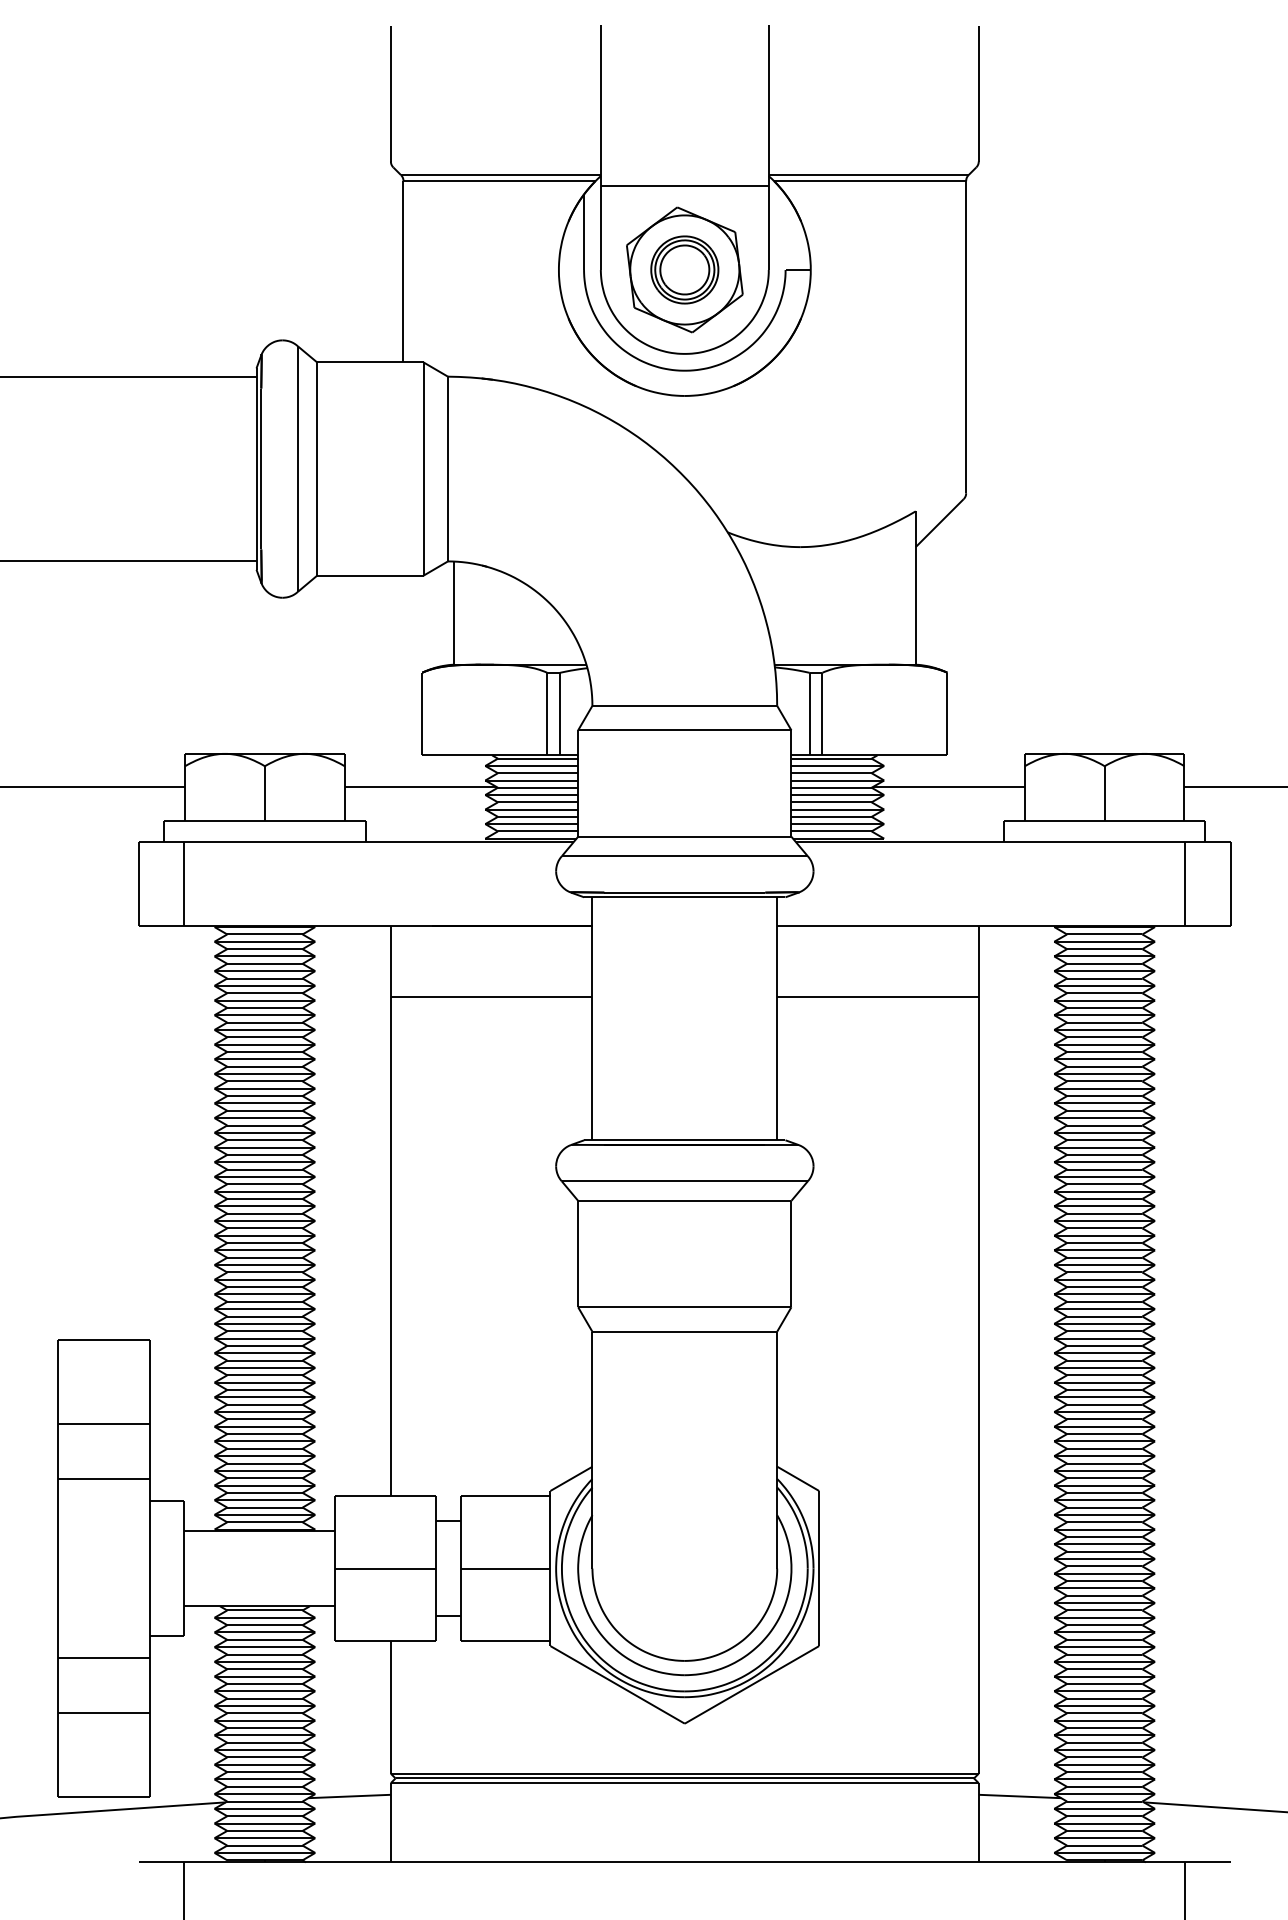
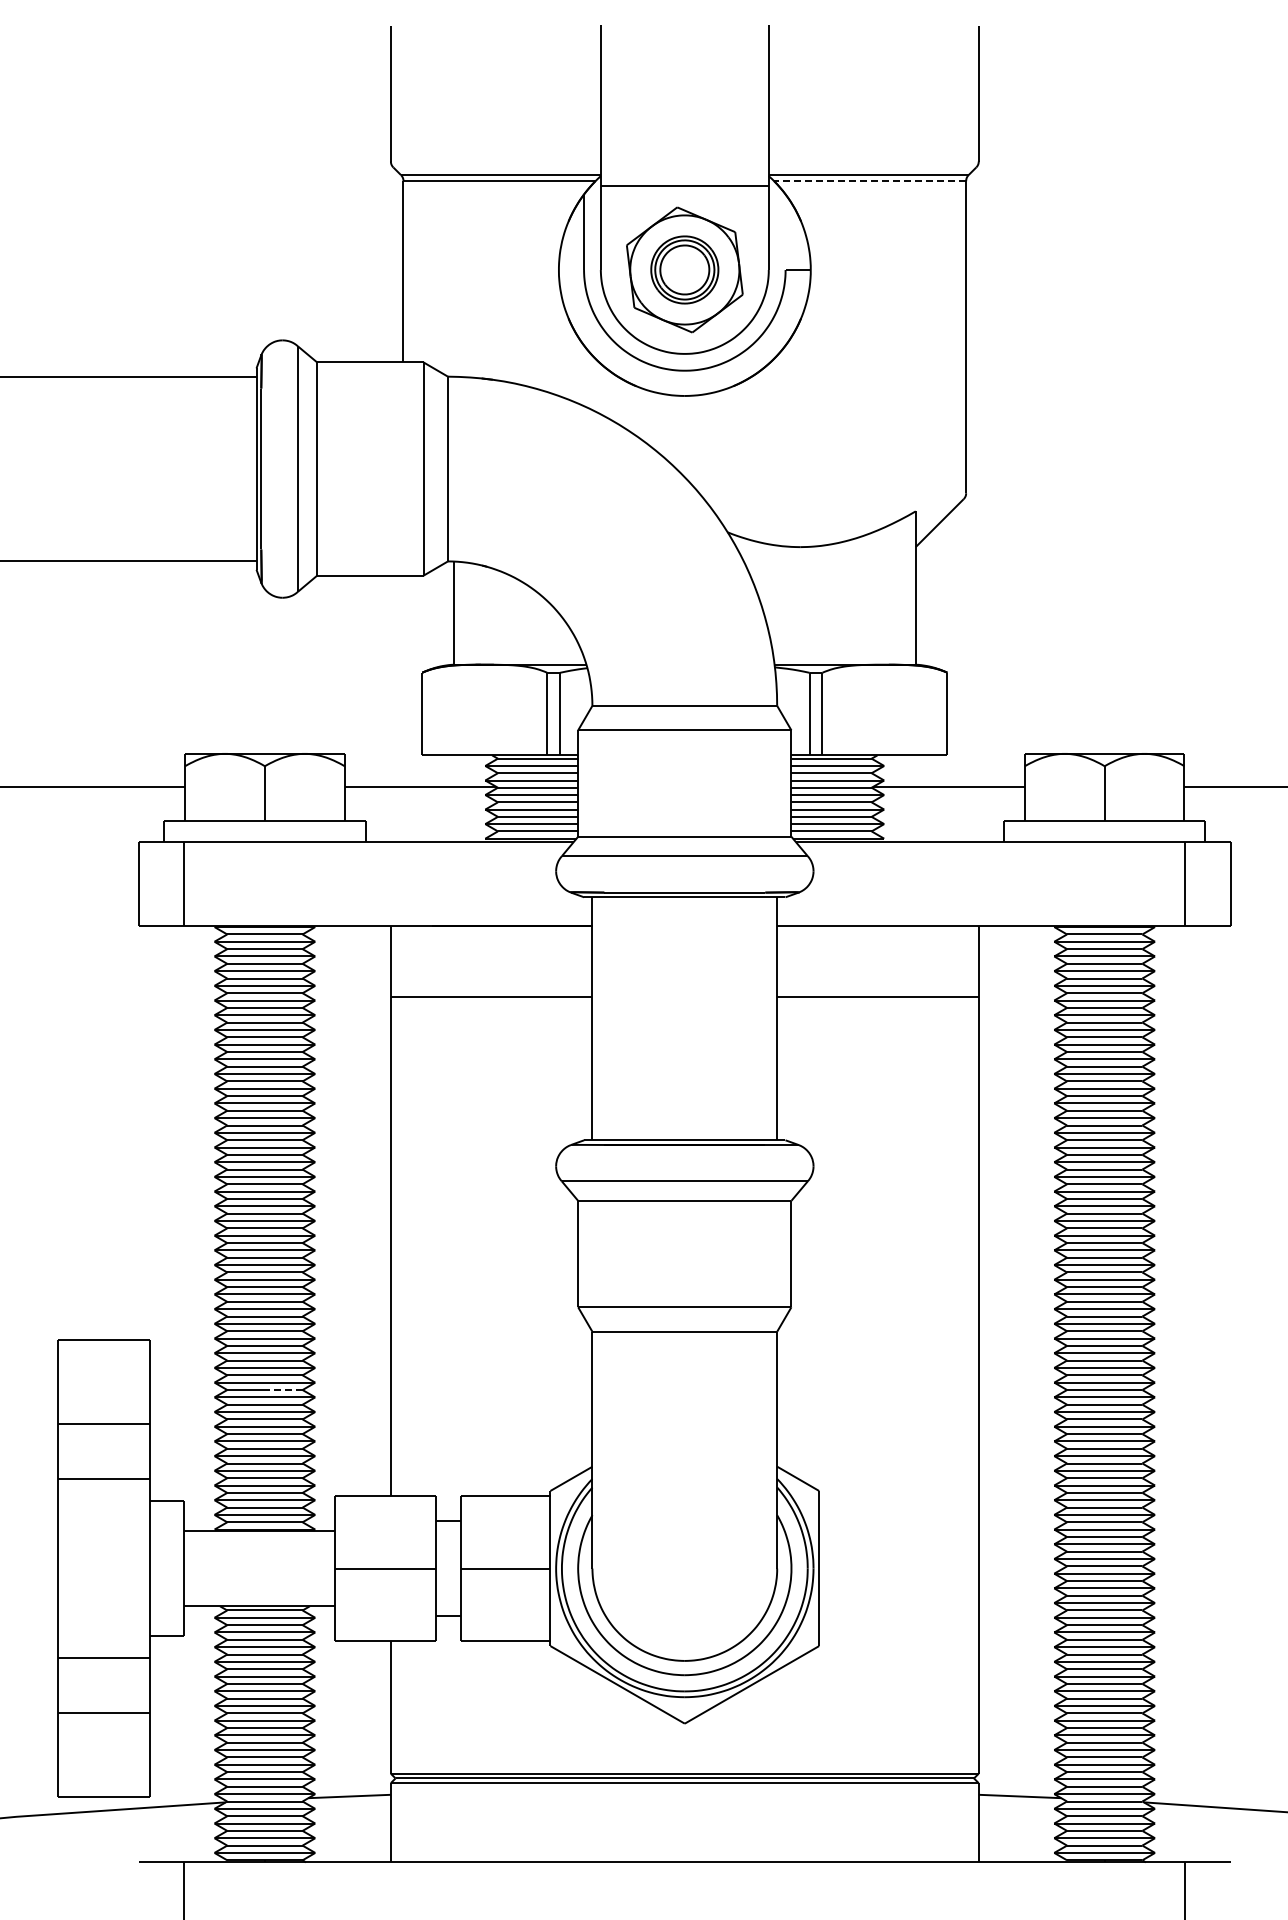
line at (869, 181): solid -> dashed
line at (283, 1390): solid -> dashed
